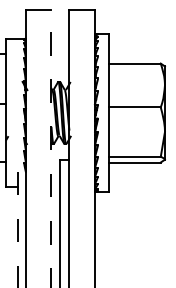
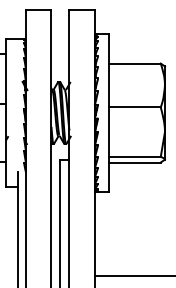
line at (51, 148): dashed -> solid
line at (17, 229): dashed -> solid
line at (133, 275): none -> present
